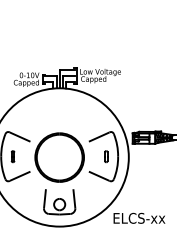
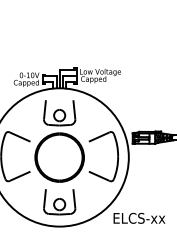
part at (59, 113): none -> present
part at (12, 156): present -> none
part at (106, 156): present -> none
